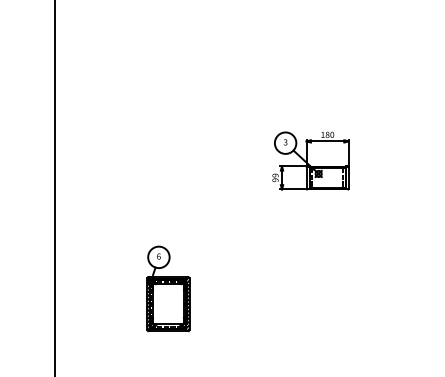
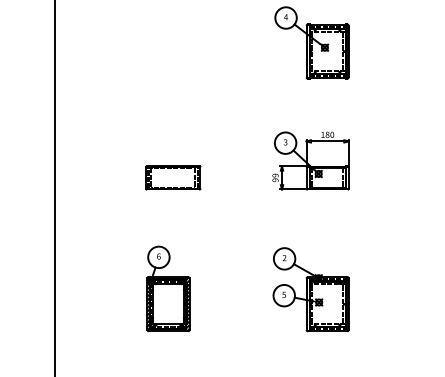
part at (311, 42): none -> present
part at (173, 177): none -> present
part at (310, 289): none -> present
